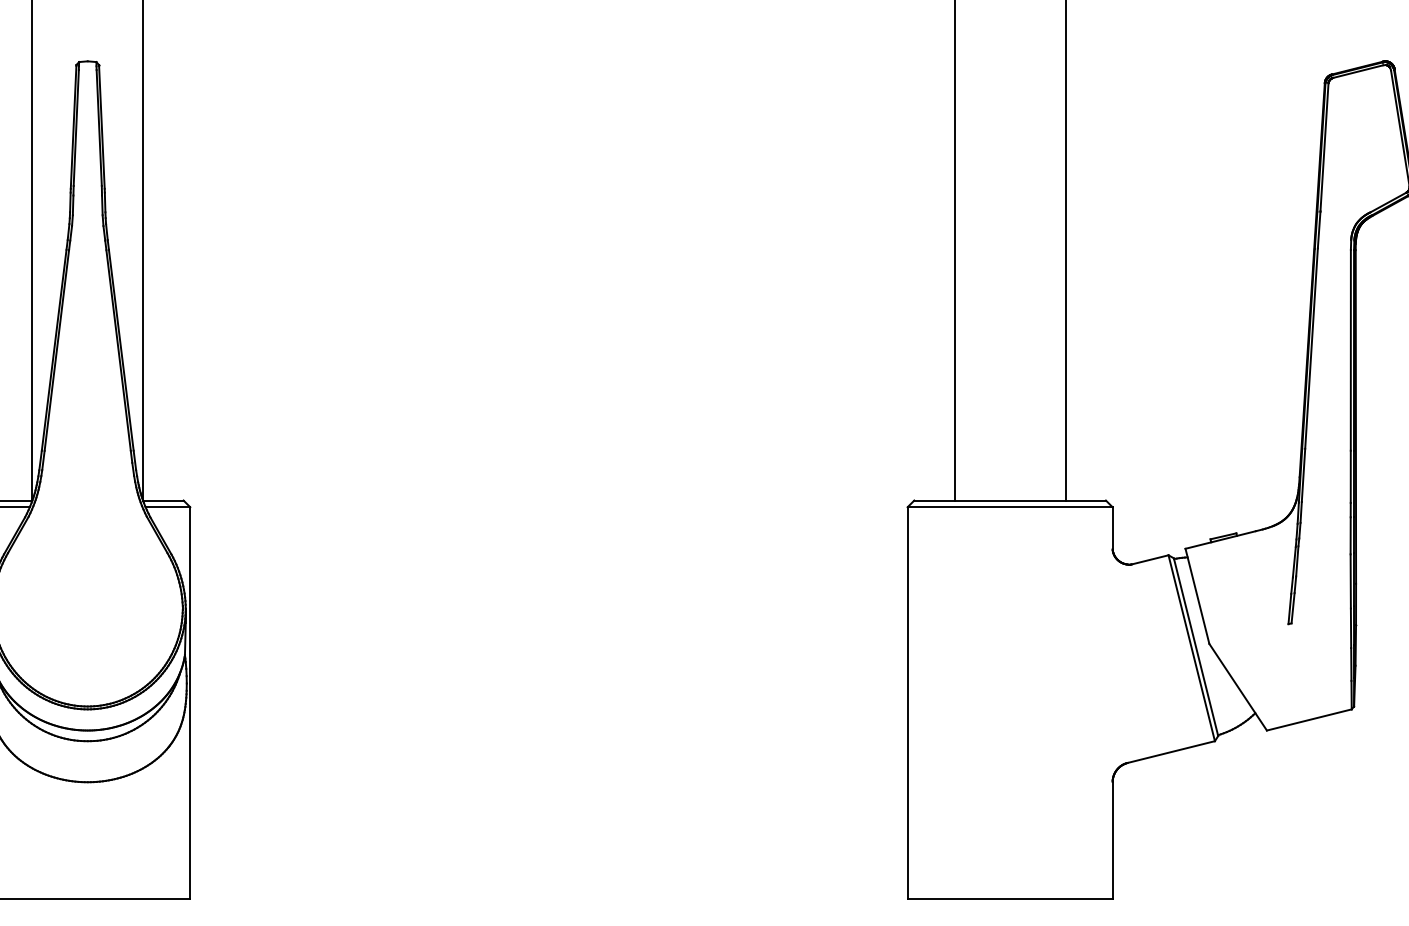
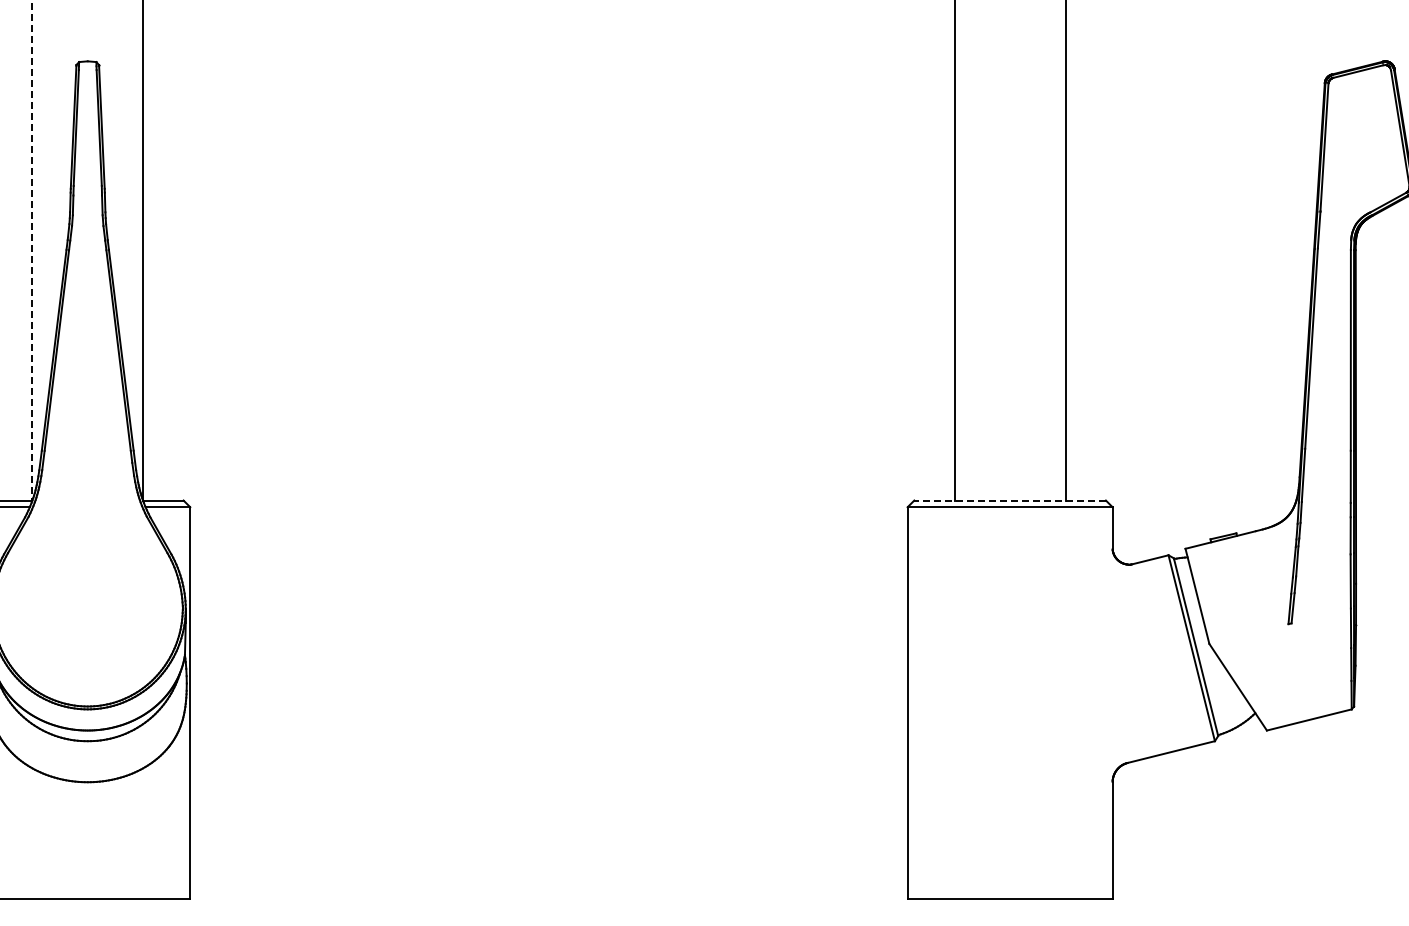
line at (32, 250): solid -> dashed
line at (1010, 500): solid -> dashed
